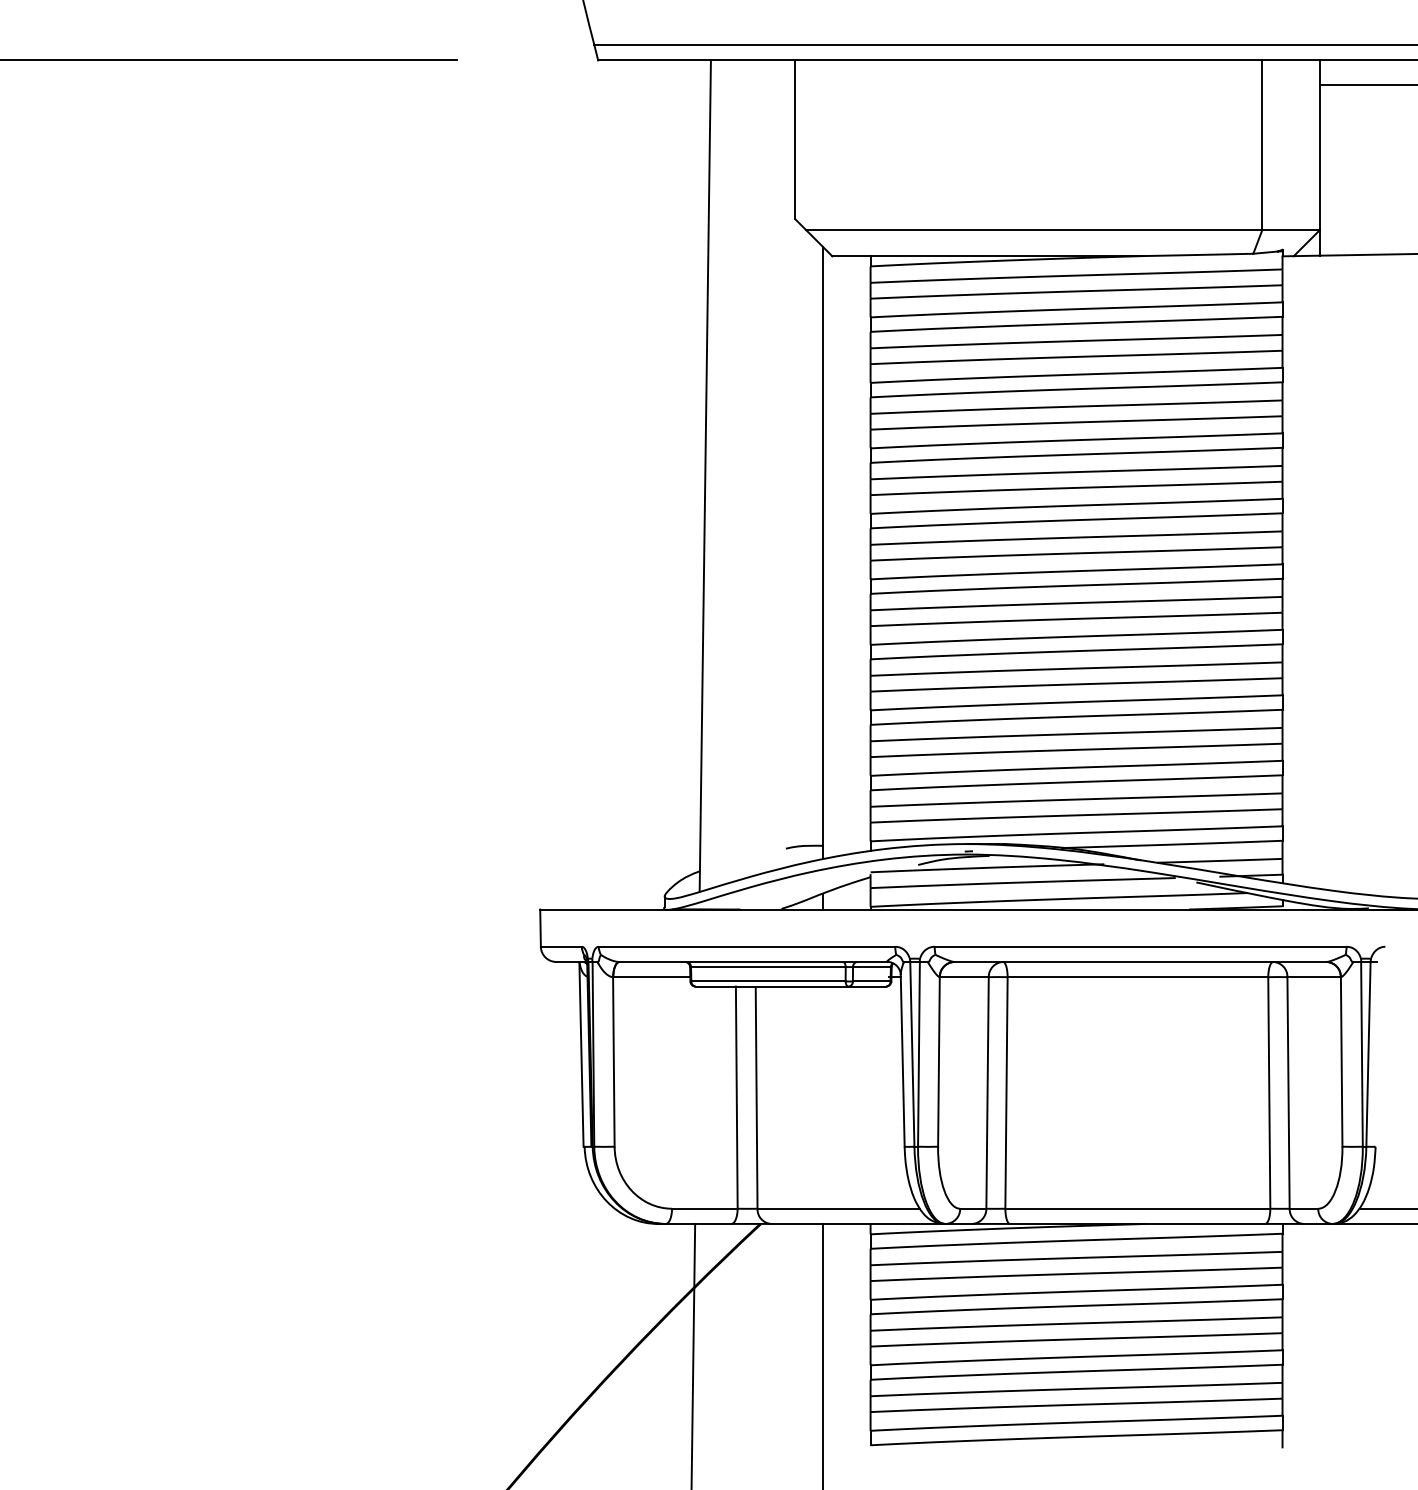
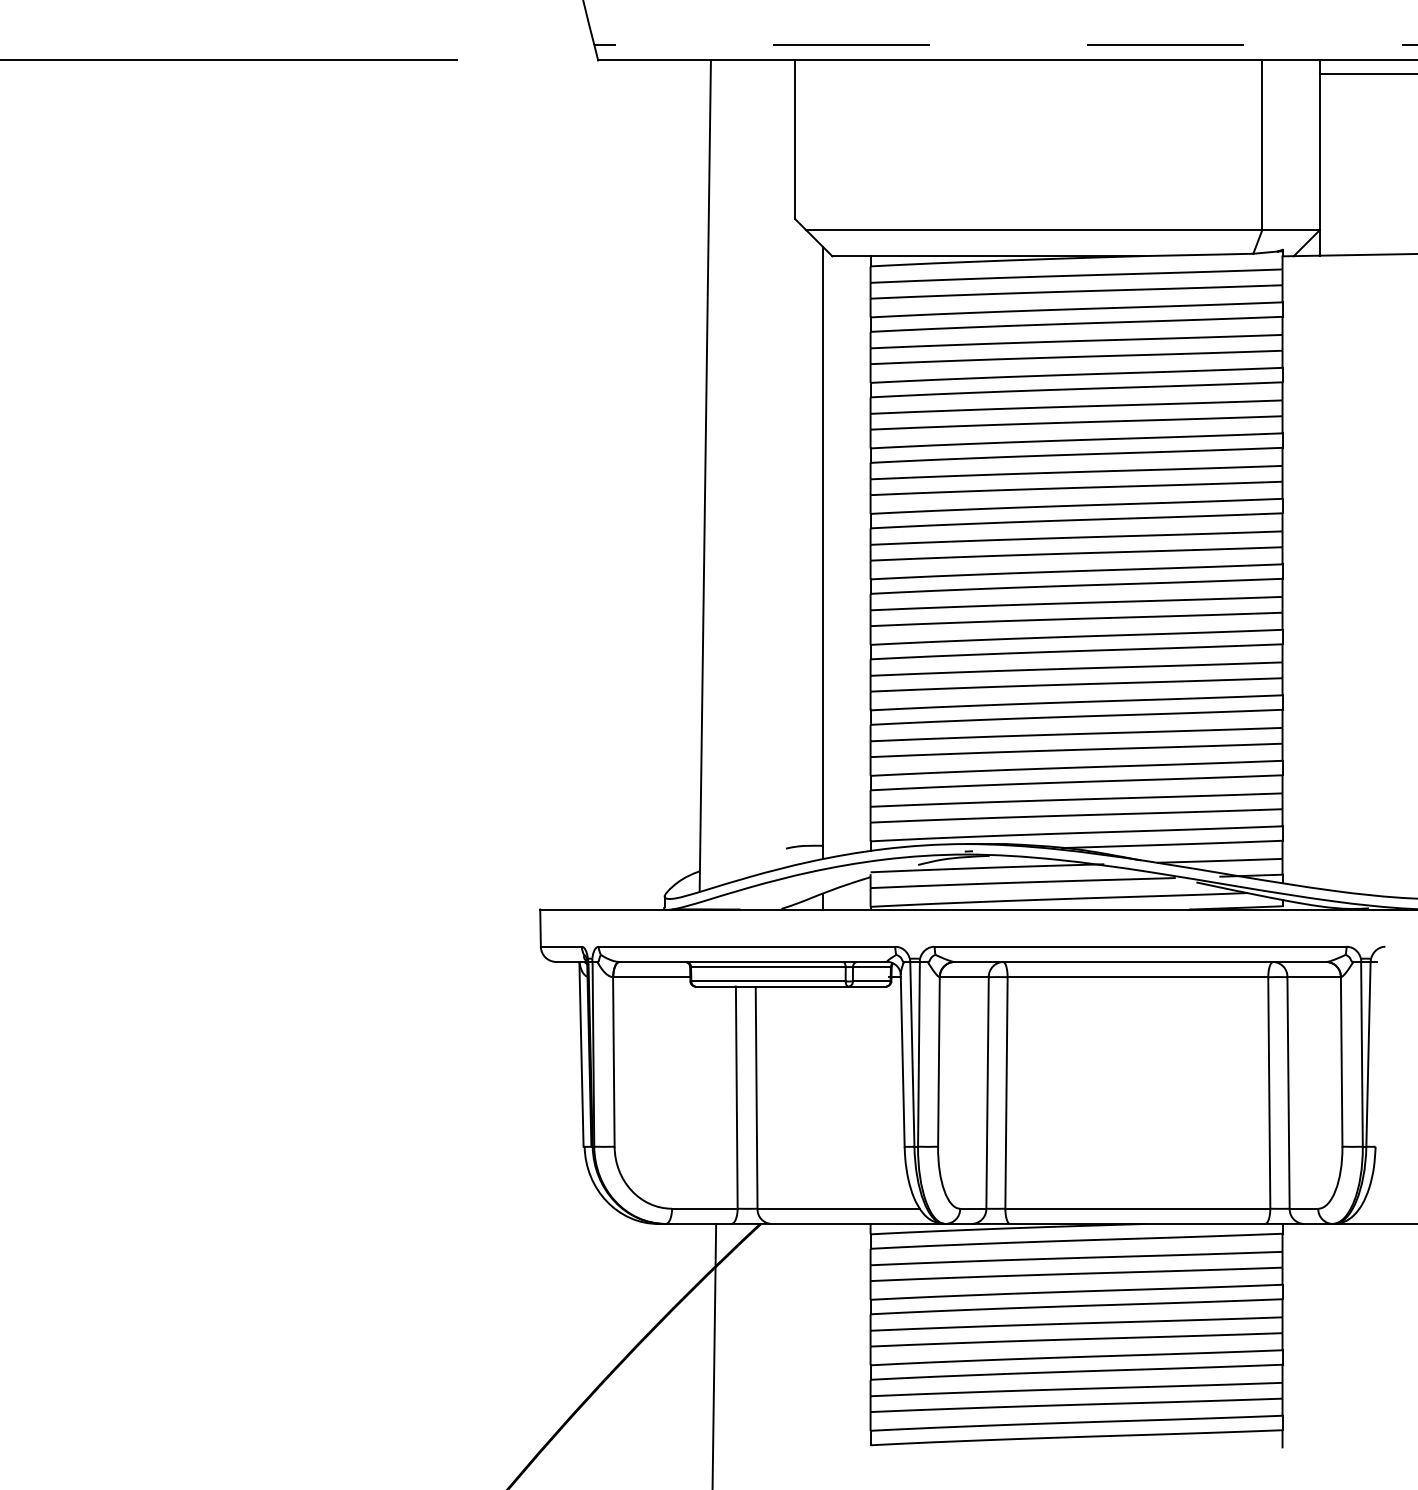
line at (1005, 44): solid -> dashed
line at (1366, 85) position: (1366, 85) -> (1366, 74)
line at (1387, 1208): present -> none
line at (693, 1354) position: (693, 1354) -> (714, 1354)
line at (823, 1354): present -> none
